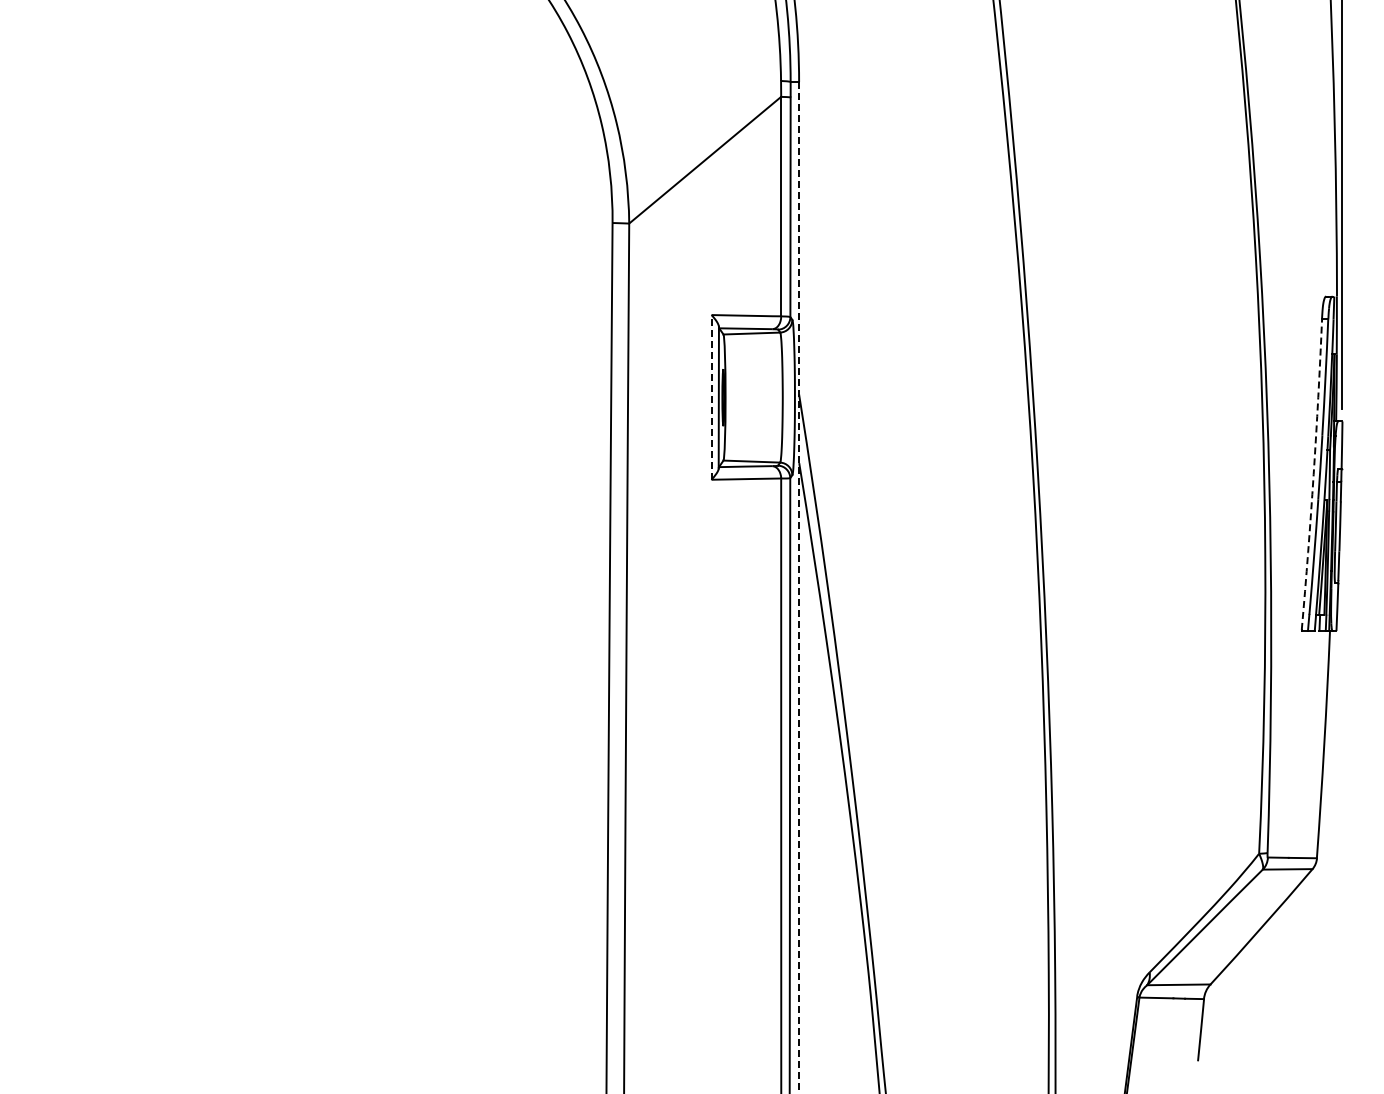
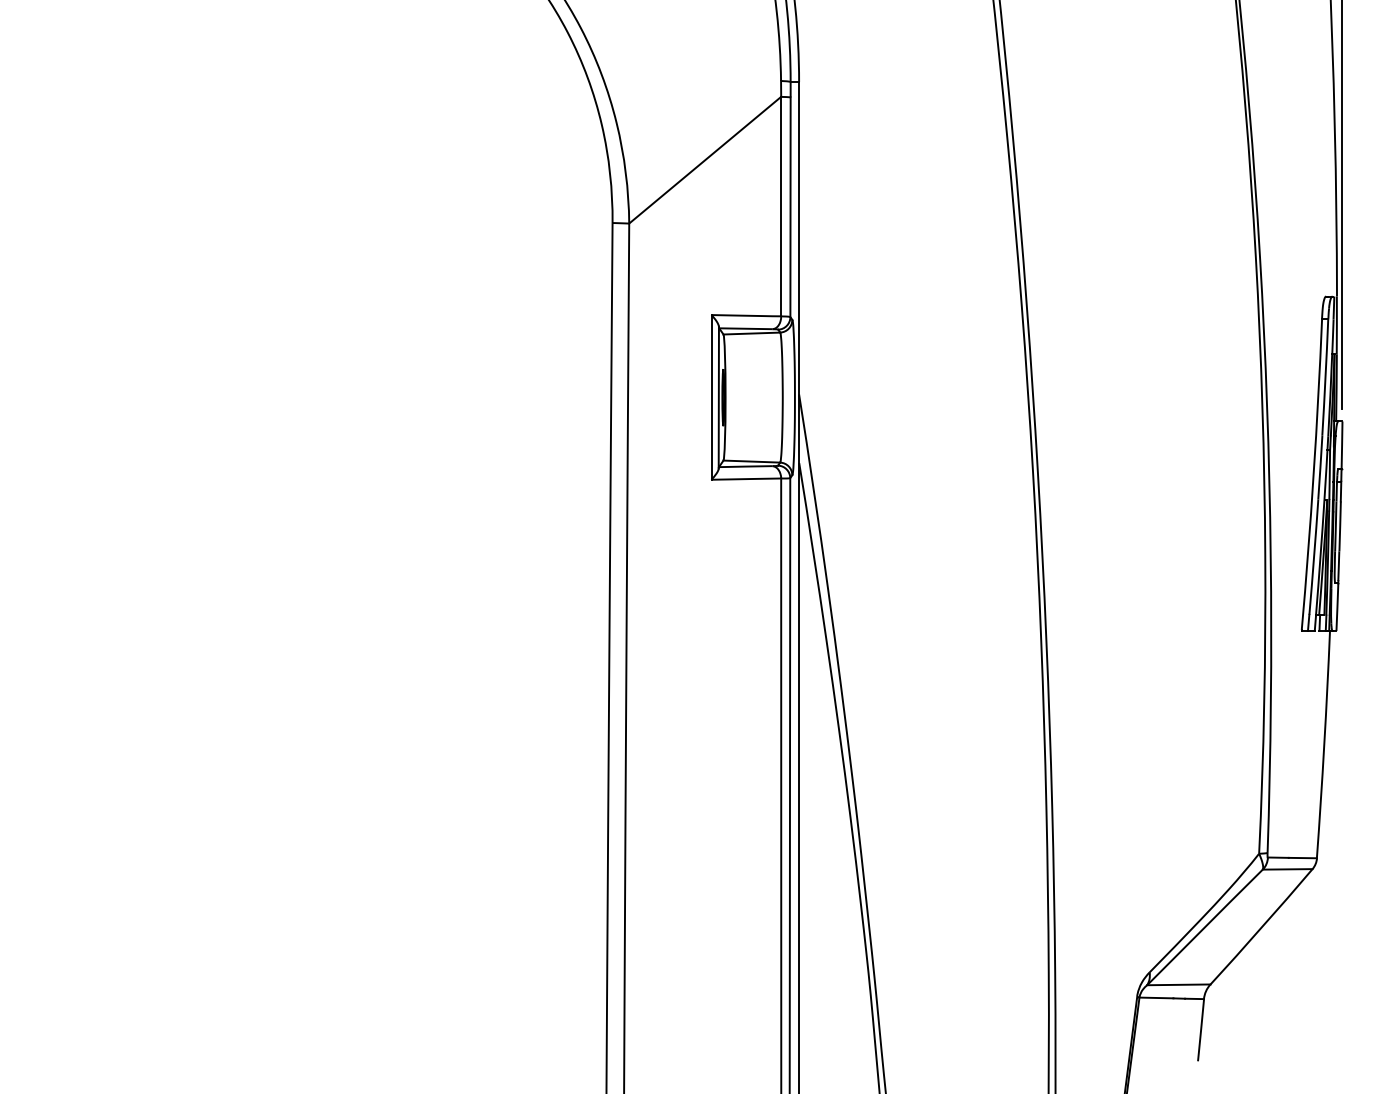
line at (711, 396): dashed -> solid
arc at (1313, 474): dashed -> solid
line at (799, 588): dashed -> solid
